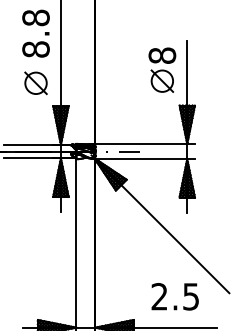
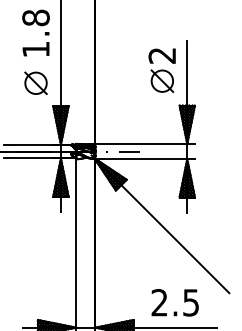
text at (35, 49): 8.8 -> 1.8
text at (162, 55): 8 -> 2
text at (174, 296) position: (174, 296) -> (174, 302)
